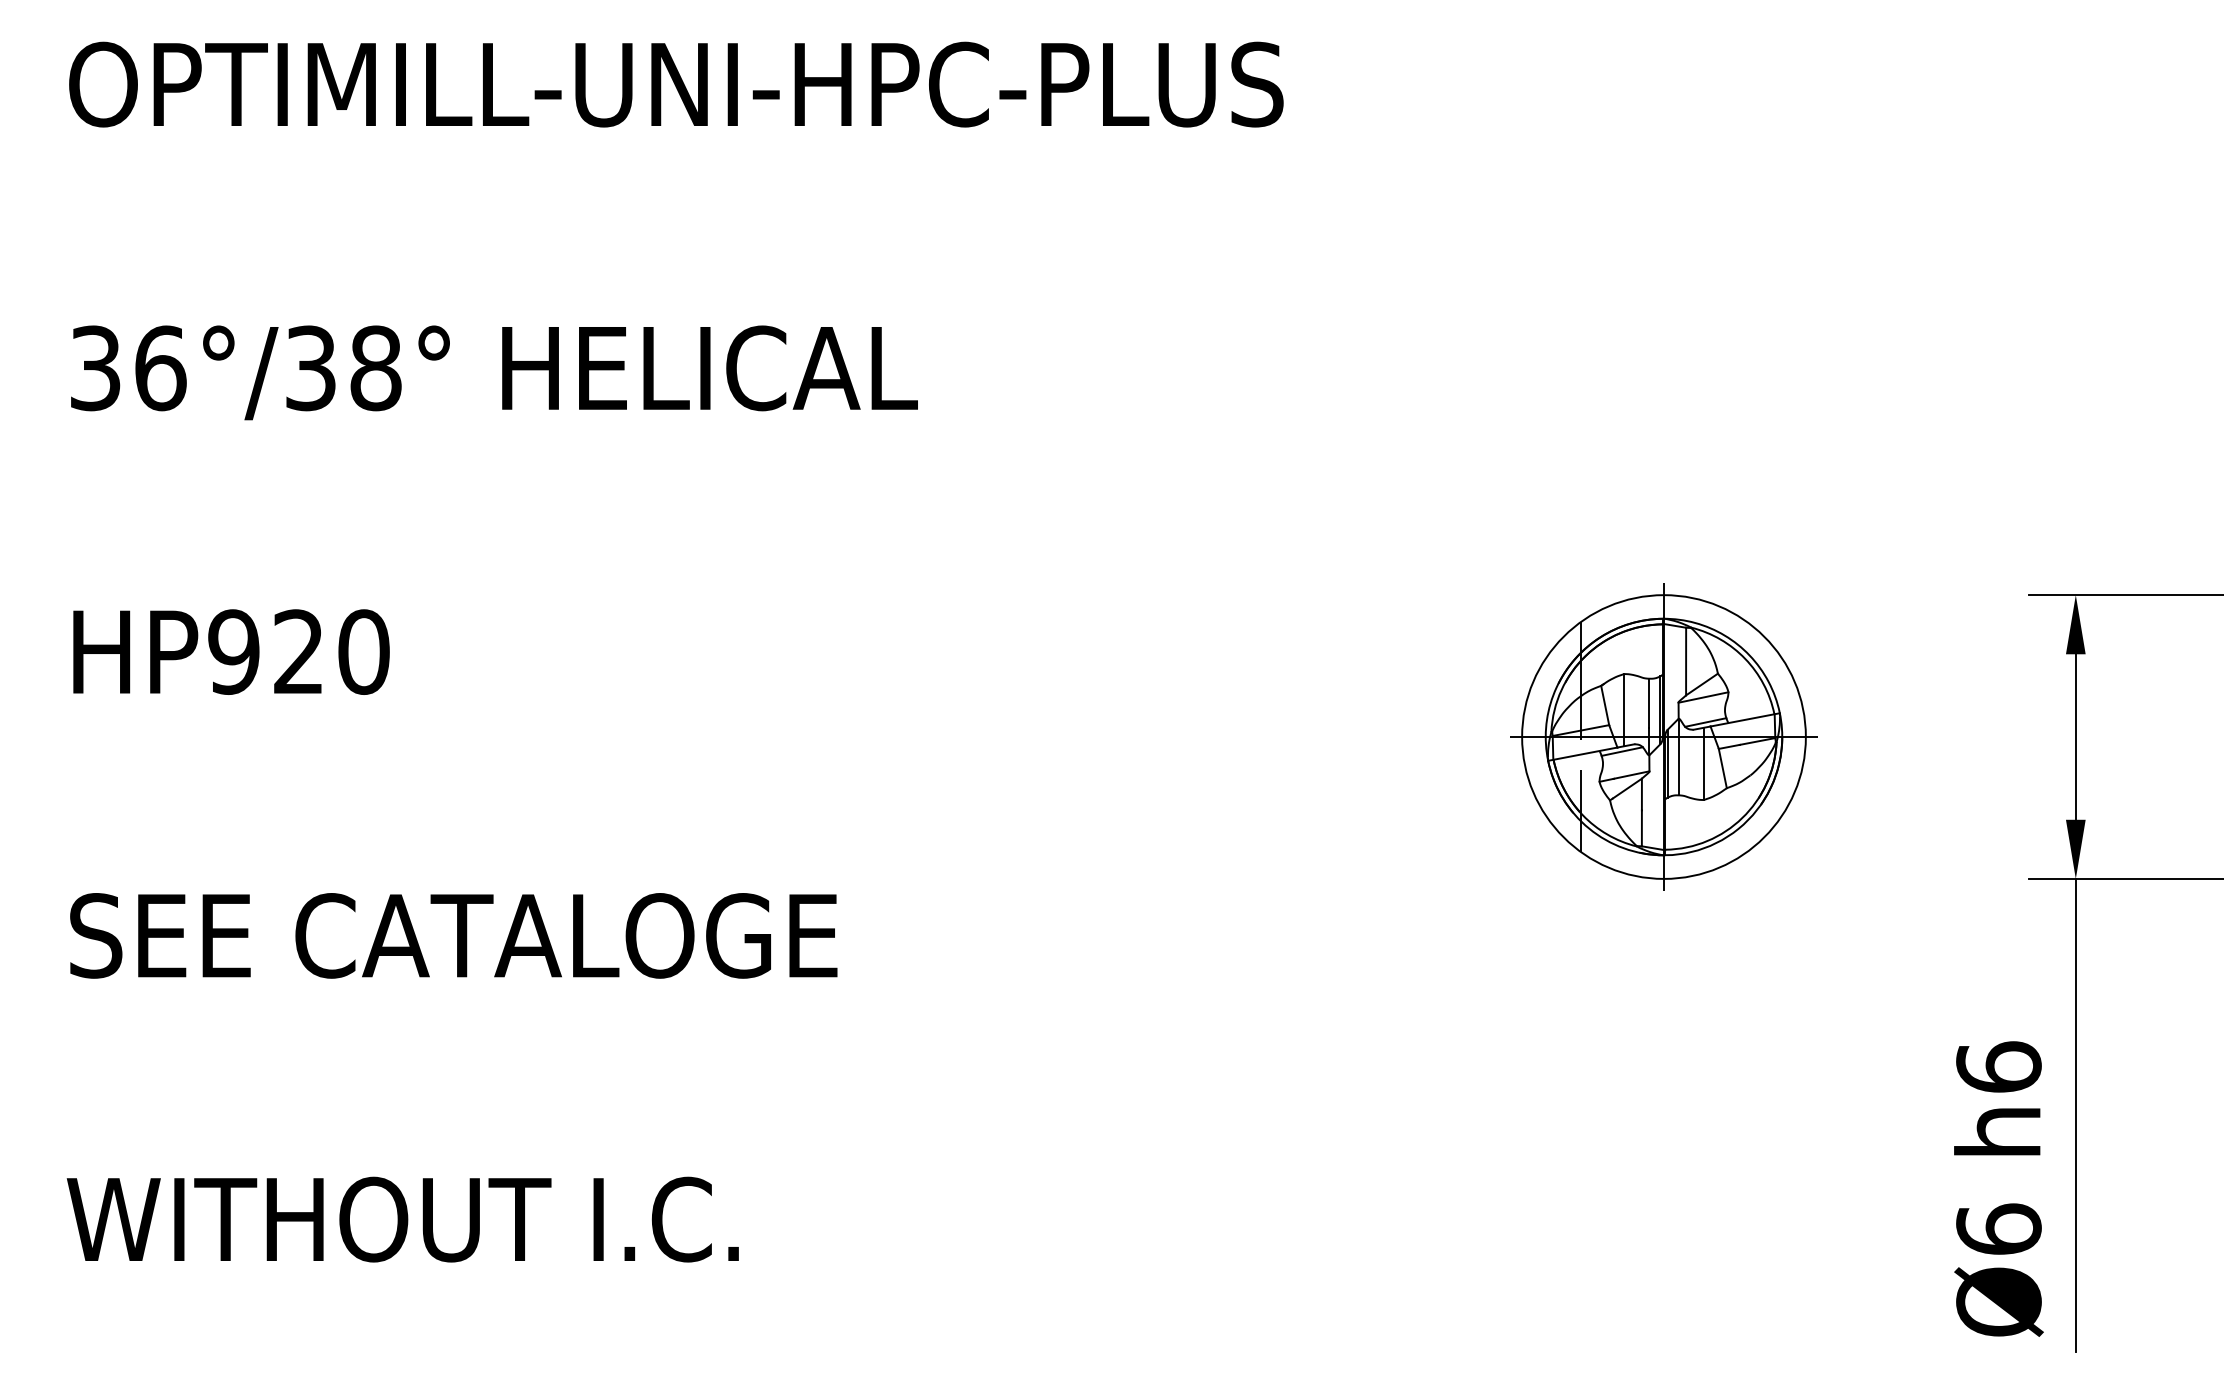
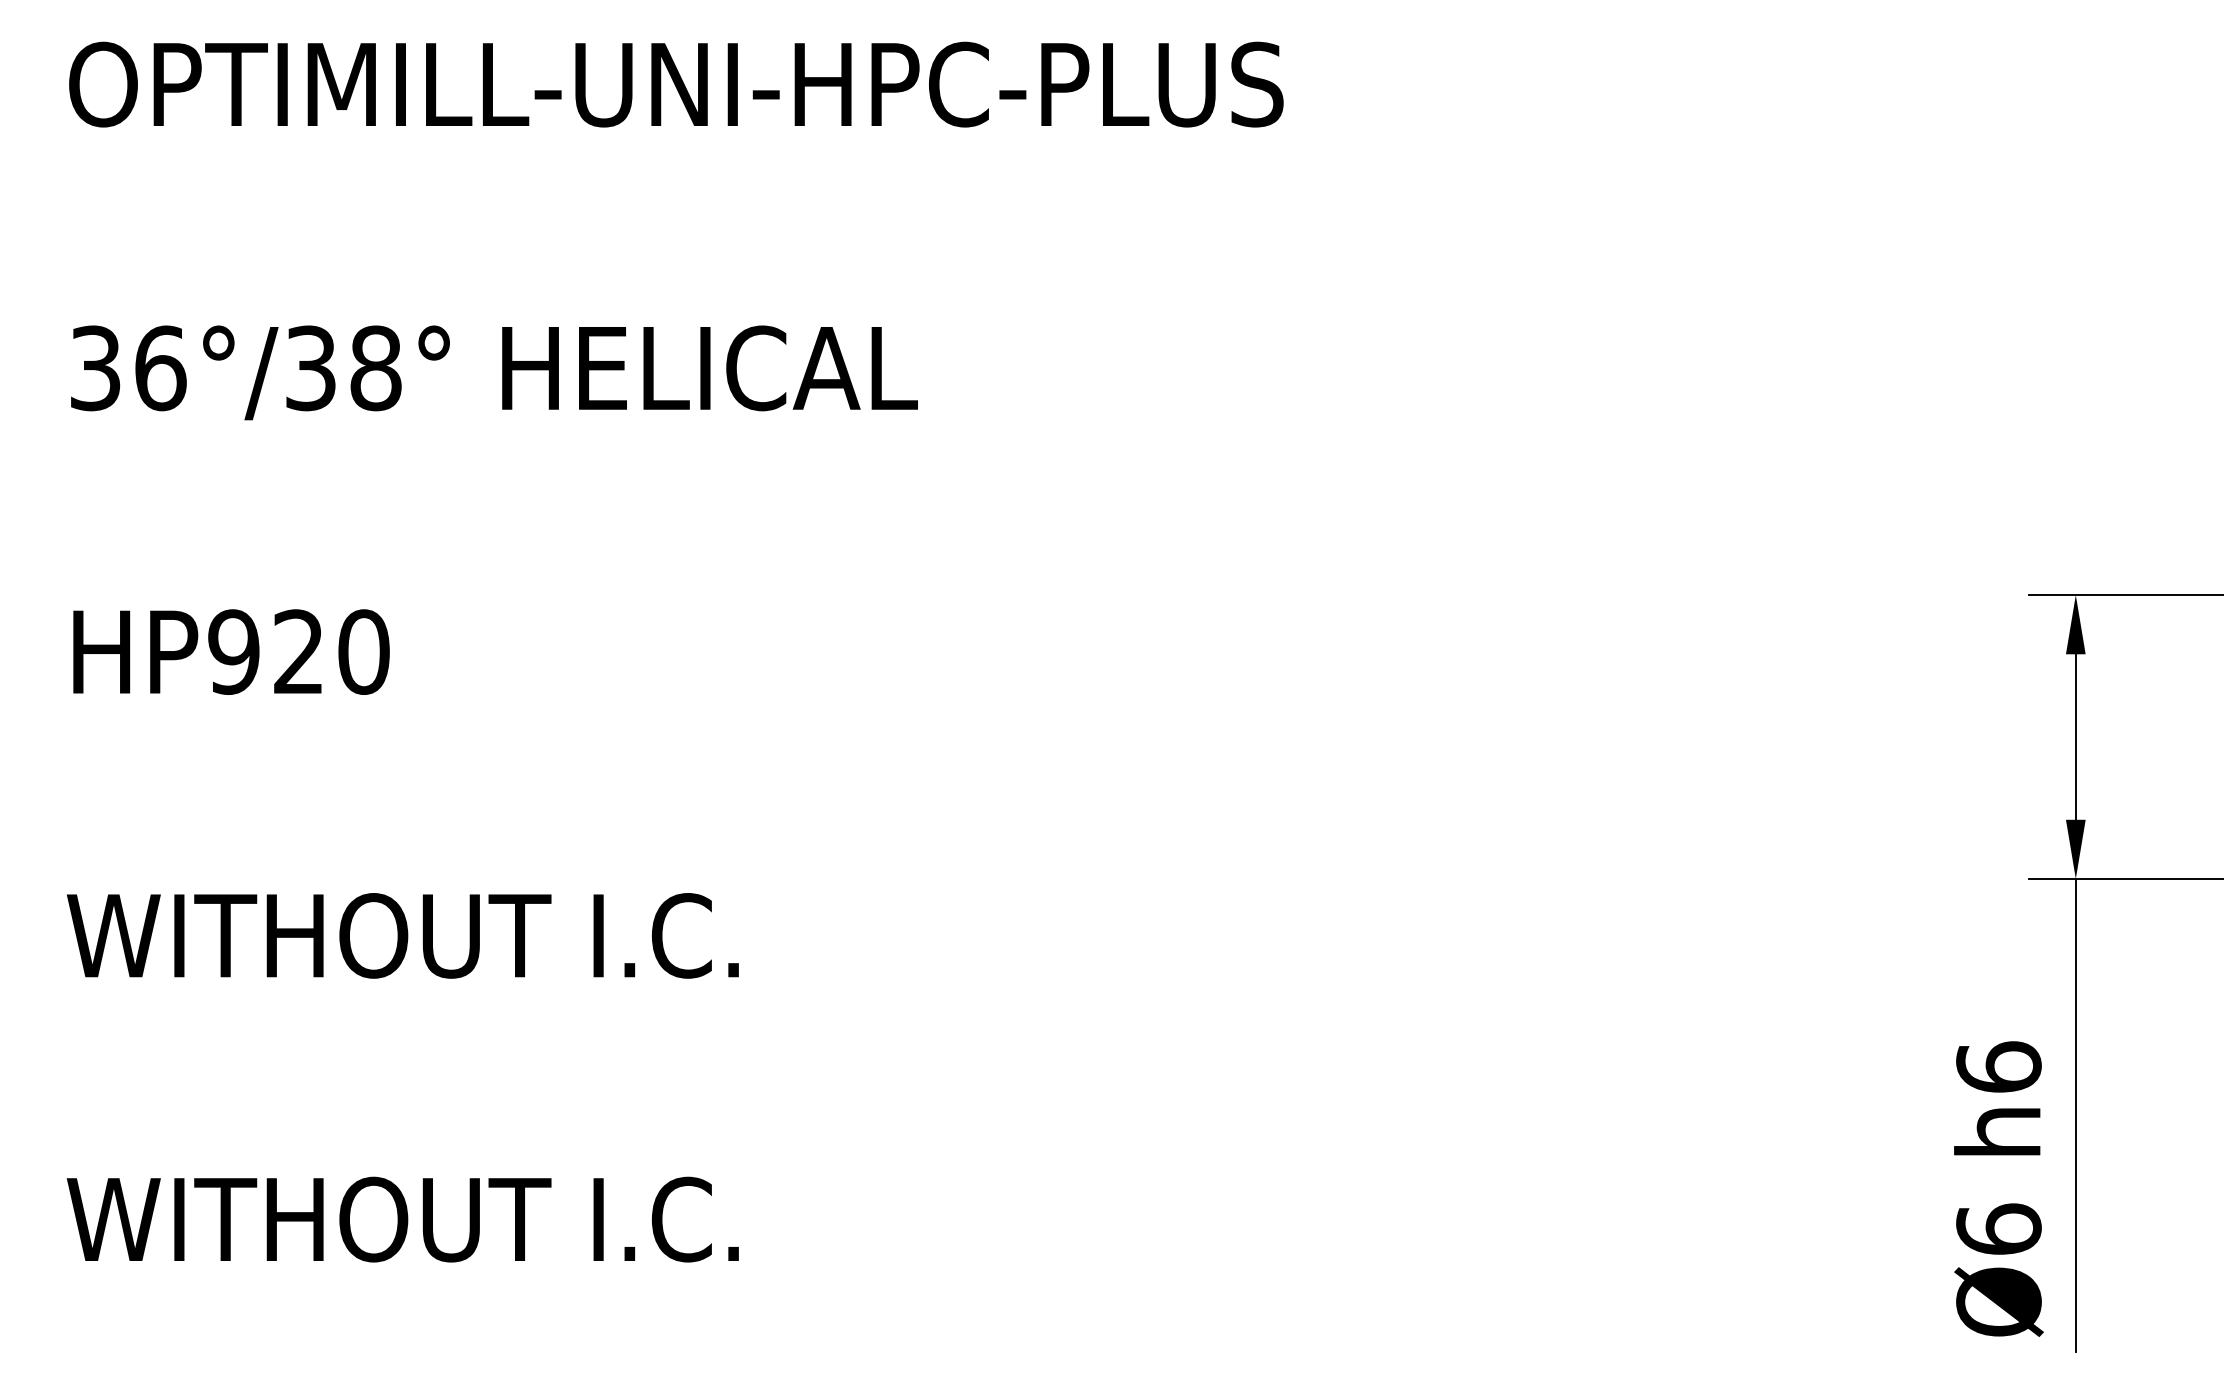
part at (1663, 736): present -> none
text at (451, 935): SEE CATALOGE -> WITHOUT I.C.
